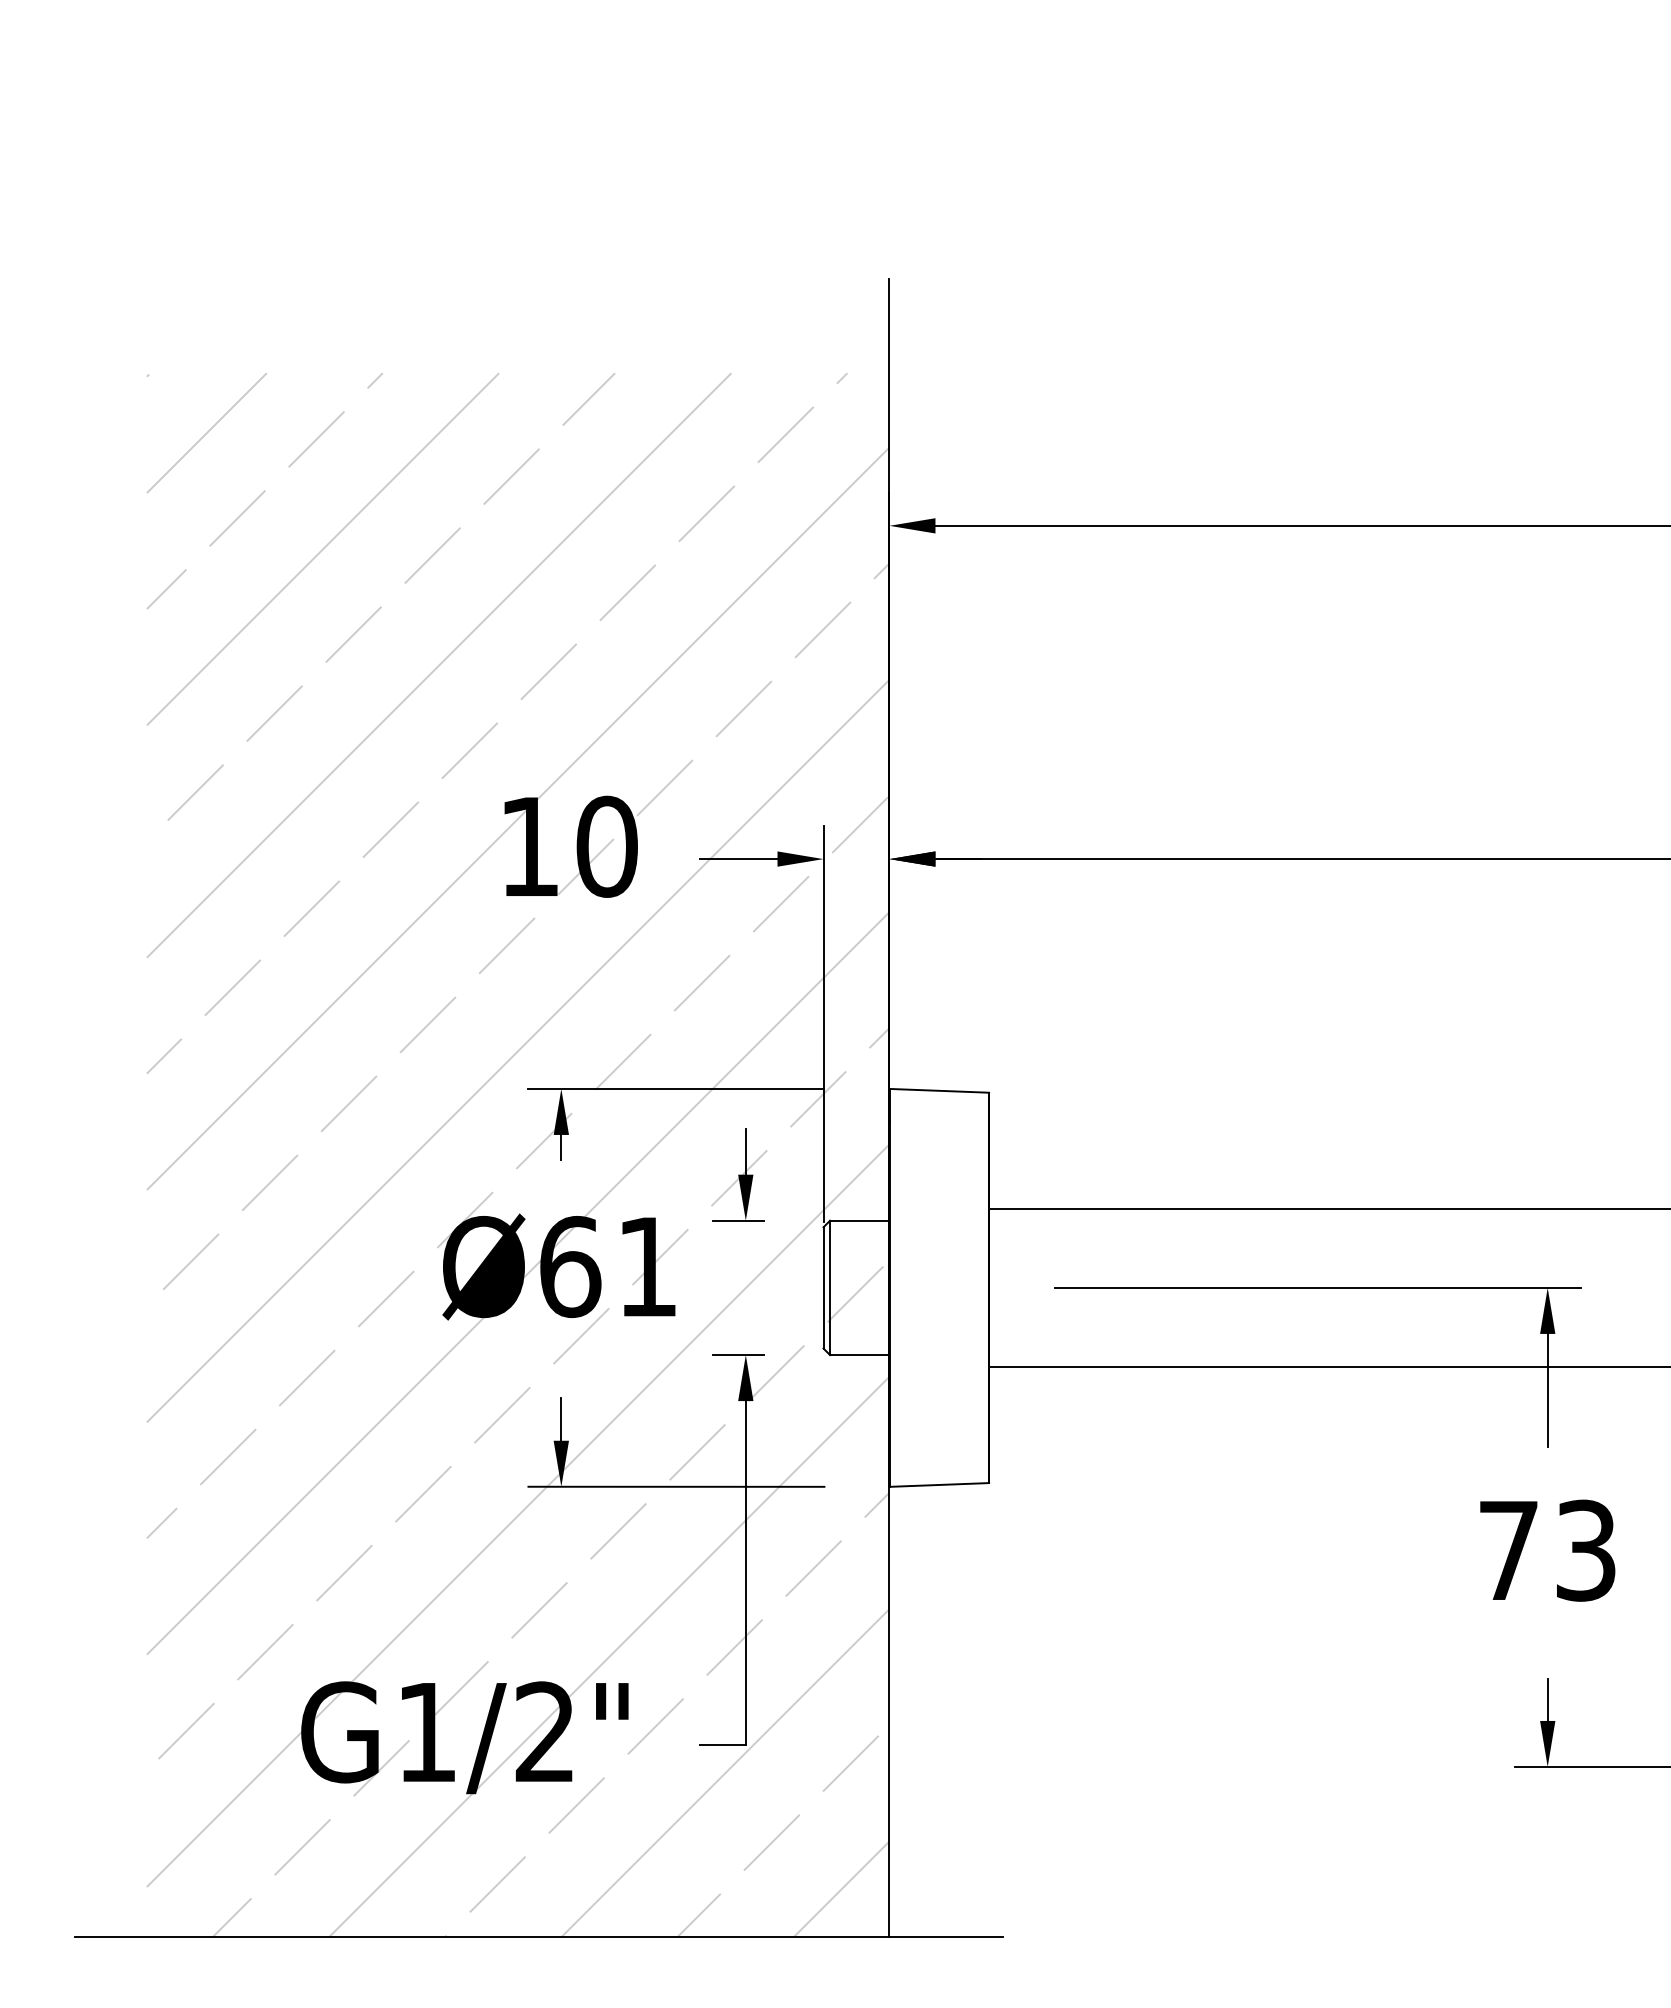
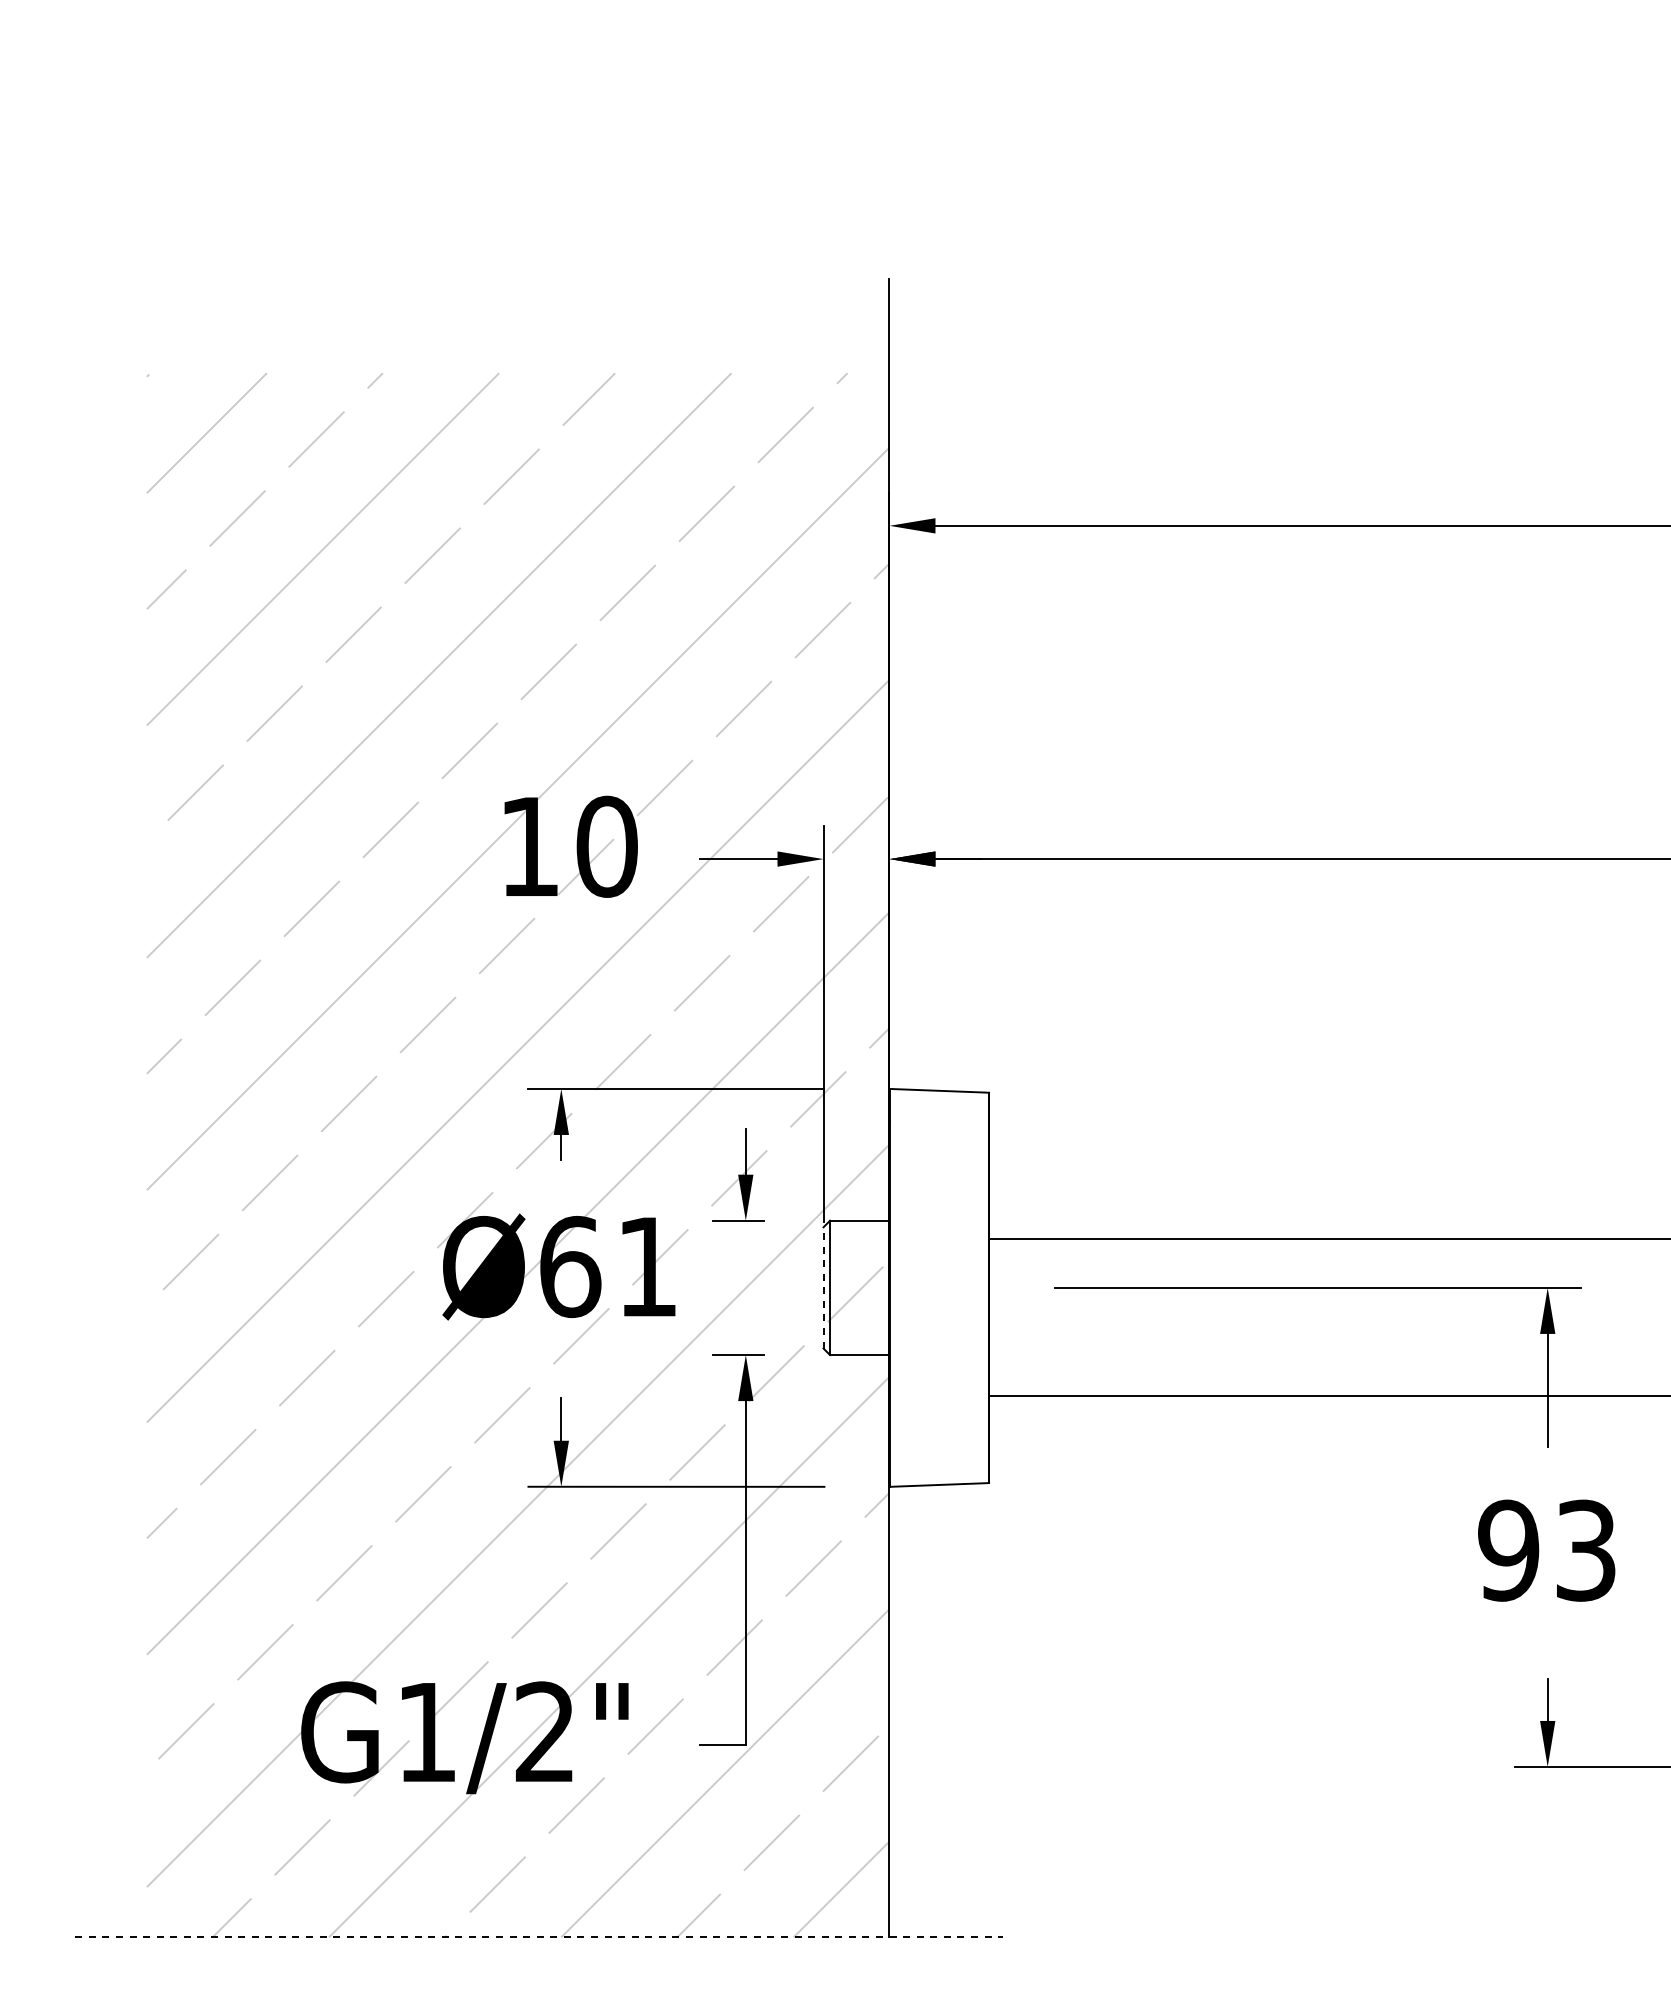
line at (1328, 1209) position: (1328, 1209) -> (1328, 1239)
line at (823, 1287): solid -> dashed
line at (1328, 1366) position: (1328, 1366) -> (1328, 1395)
text at (1508, 1550): 73 -> 93
line at (539, 1937): solid -> dashed
